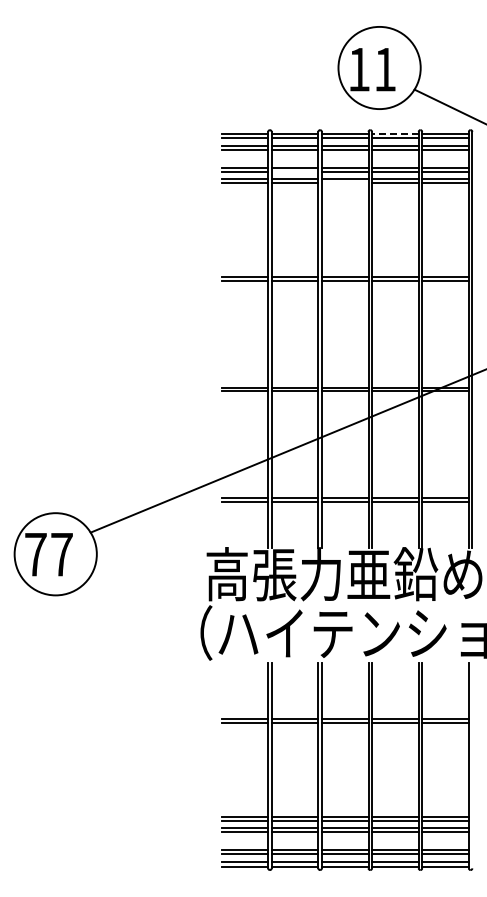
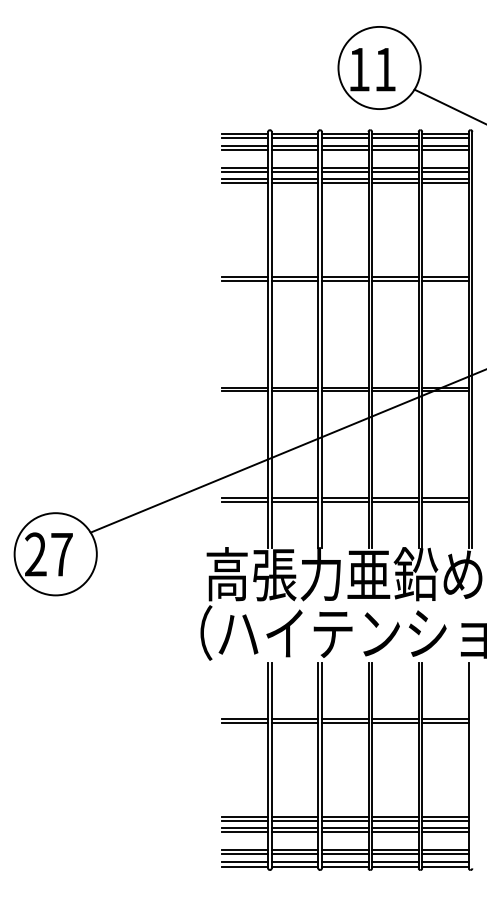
line at (394, 133): dashed -> solid
line at (294, 172): none -> present
line at (344, 183): none -> present
text at (35, 554): 77 -> 27
